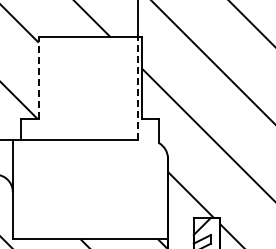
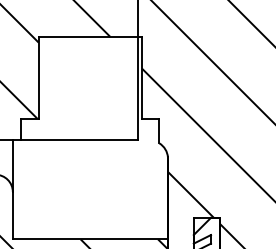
line at (38, 77): dashed -> solid
line at (137, 88): dashed -> solid
